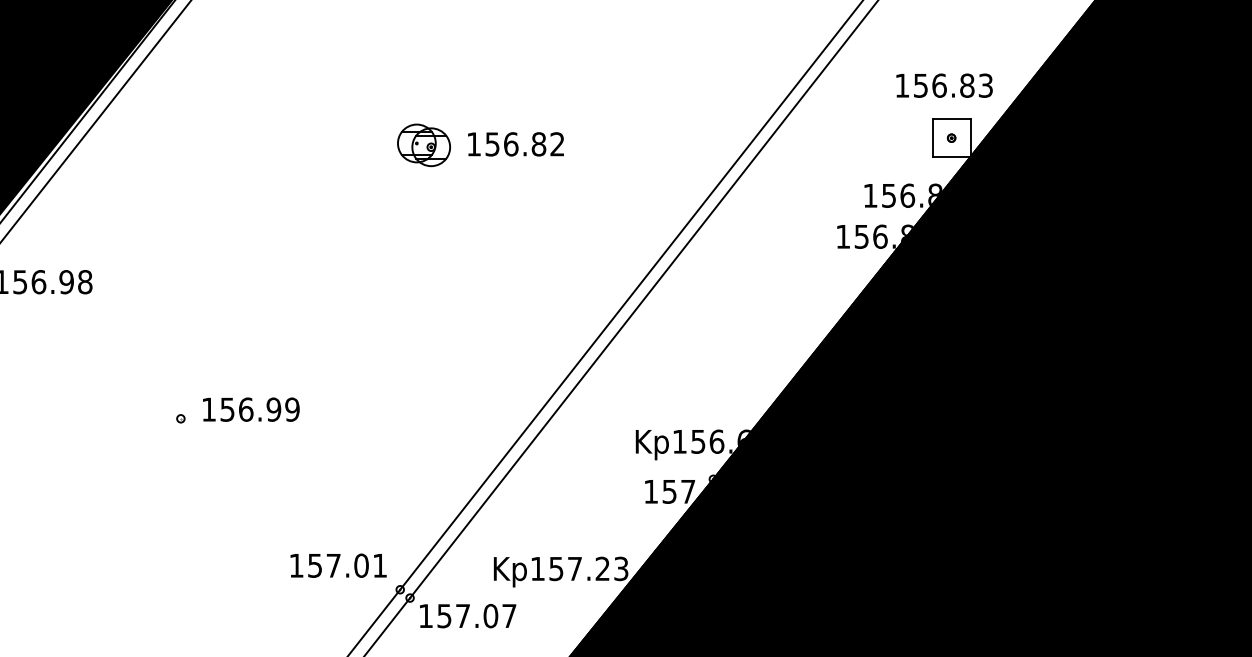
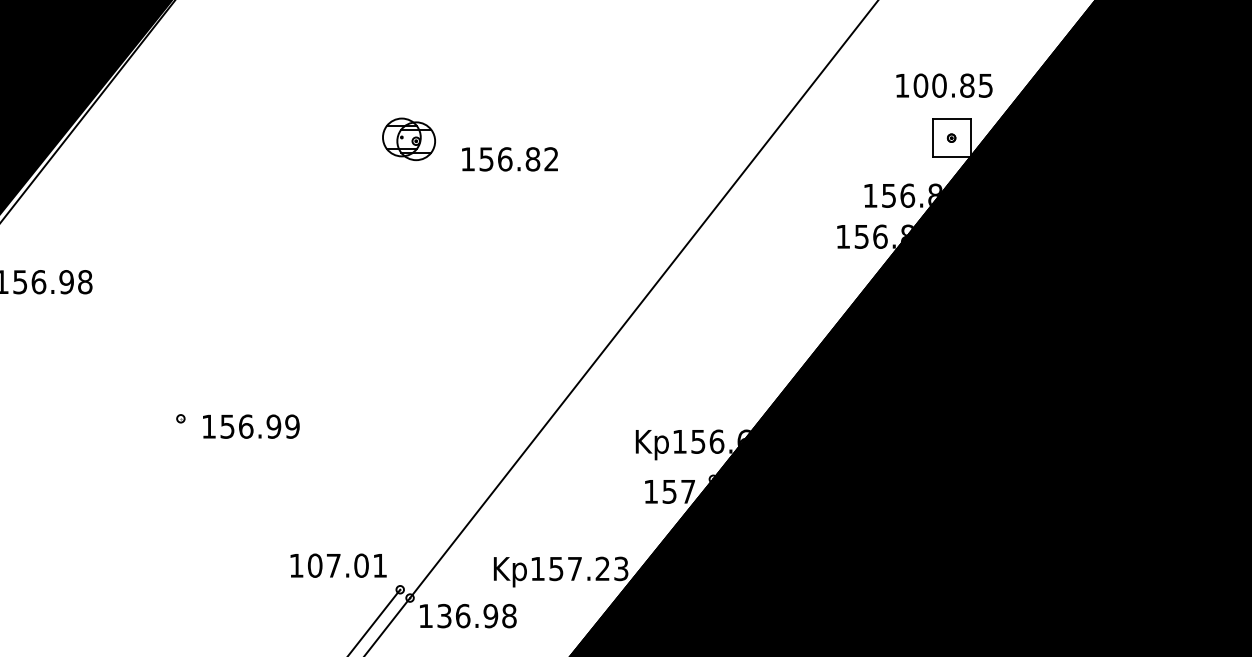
text at (952, 85): 156.83 -> 100.85
line at (95, 121): present -> none
text at (515, 144) position: (515, 144) -> (509, 159)
part at (423, 145) position: (423, 145) -> (408, 139)
line at (630, 295): present -> none
text at (251, 409) position: (251, 409) -> (251, 426)
text at (314, 565): 157.01 -> 107.01
text at (477, 615): 157.07 -> 136.98
